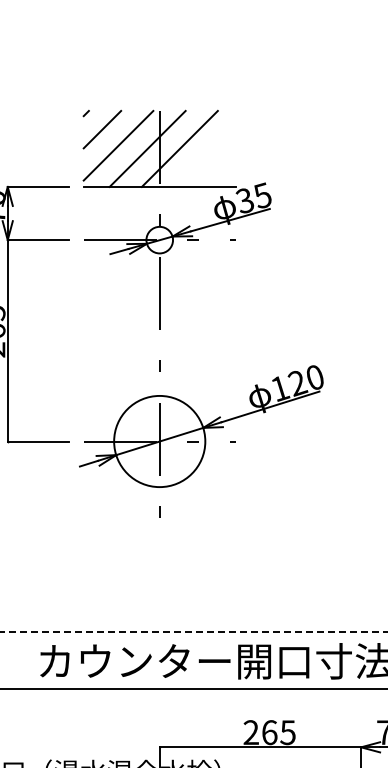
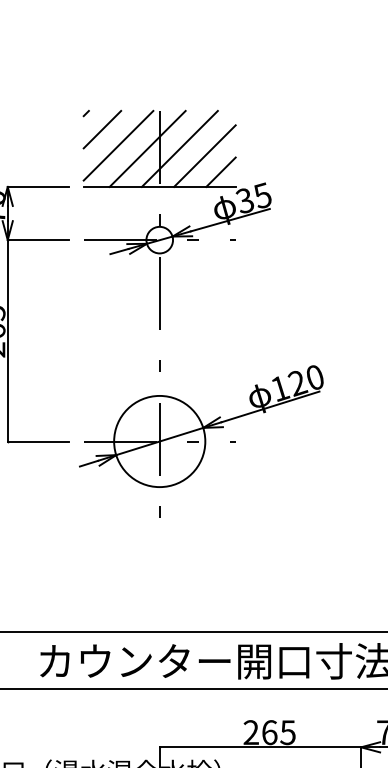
line at (204, 155): none -> present
line at (220, 171): none -> present
line at (193, 631): dashed -> solid
